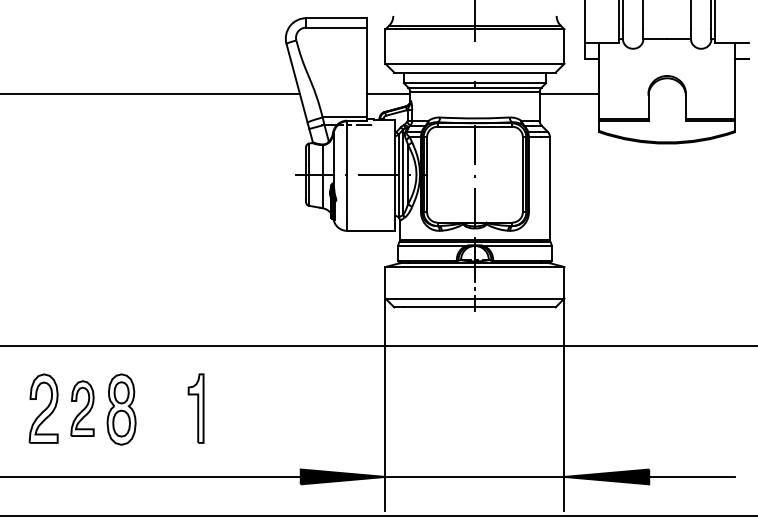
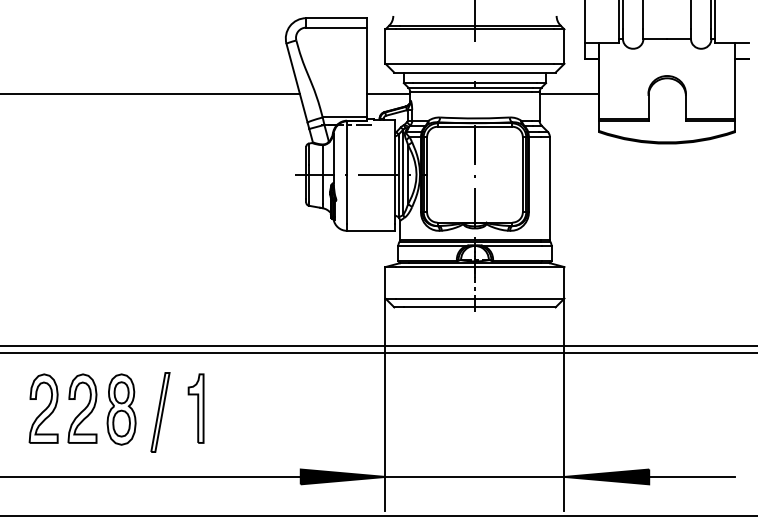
line at (378, 352): none -> present
part at (82, 408) size: 25x57 px -> 31x71 px
part at (160, 412): none -> present
